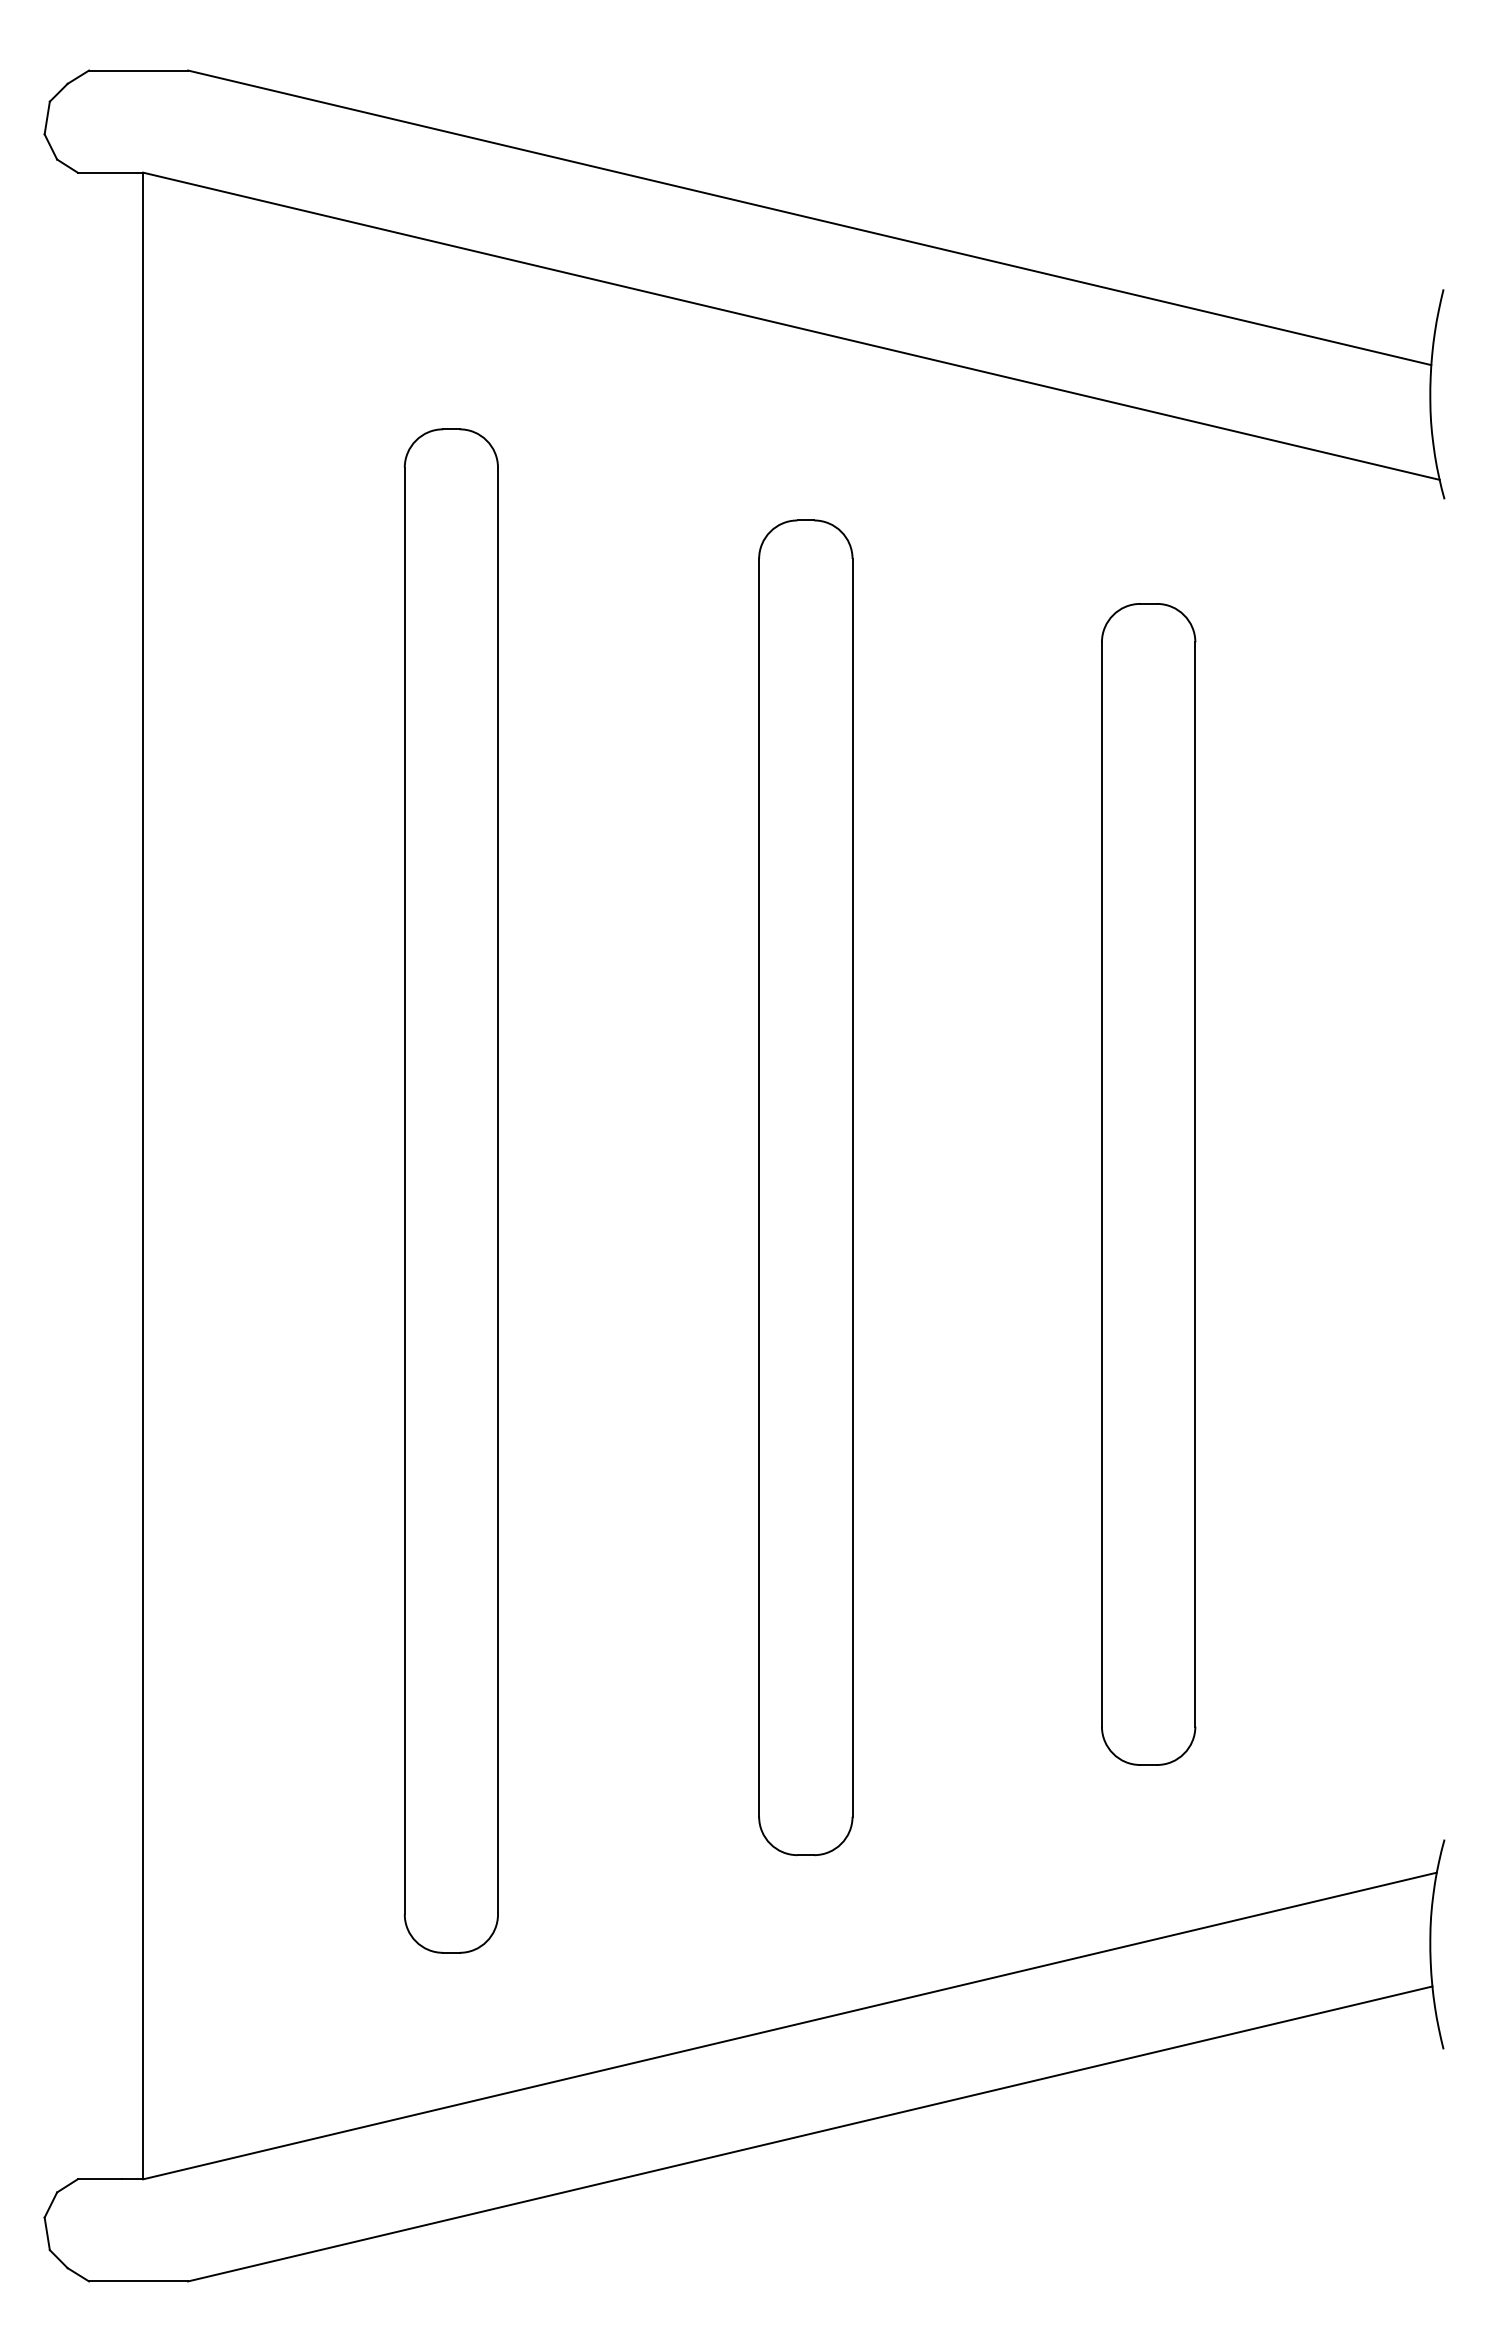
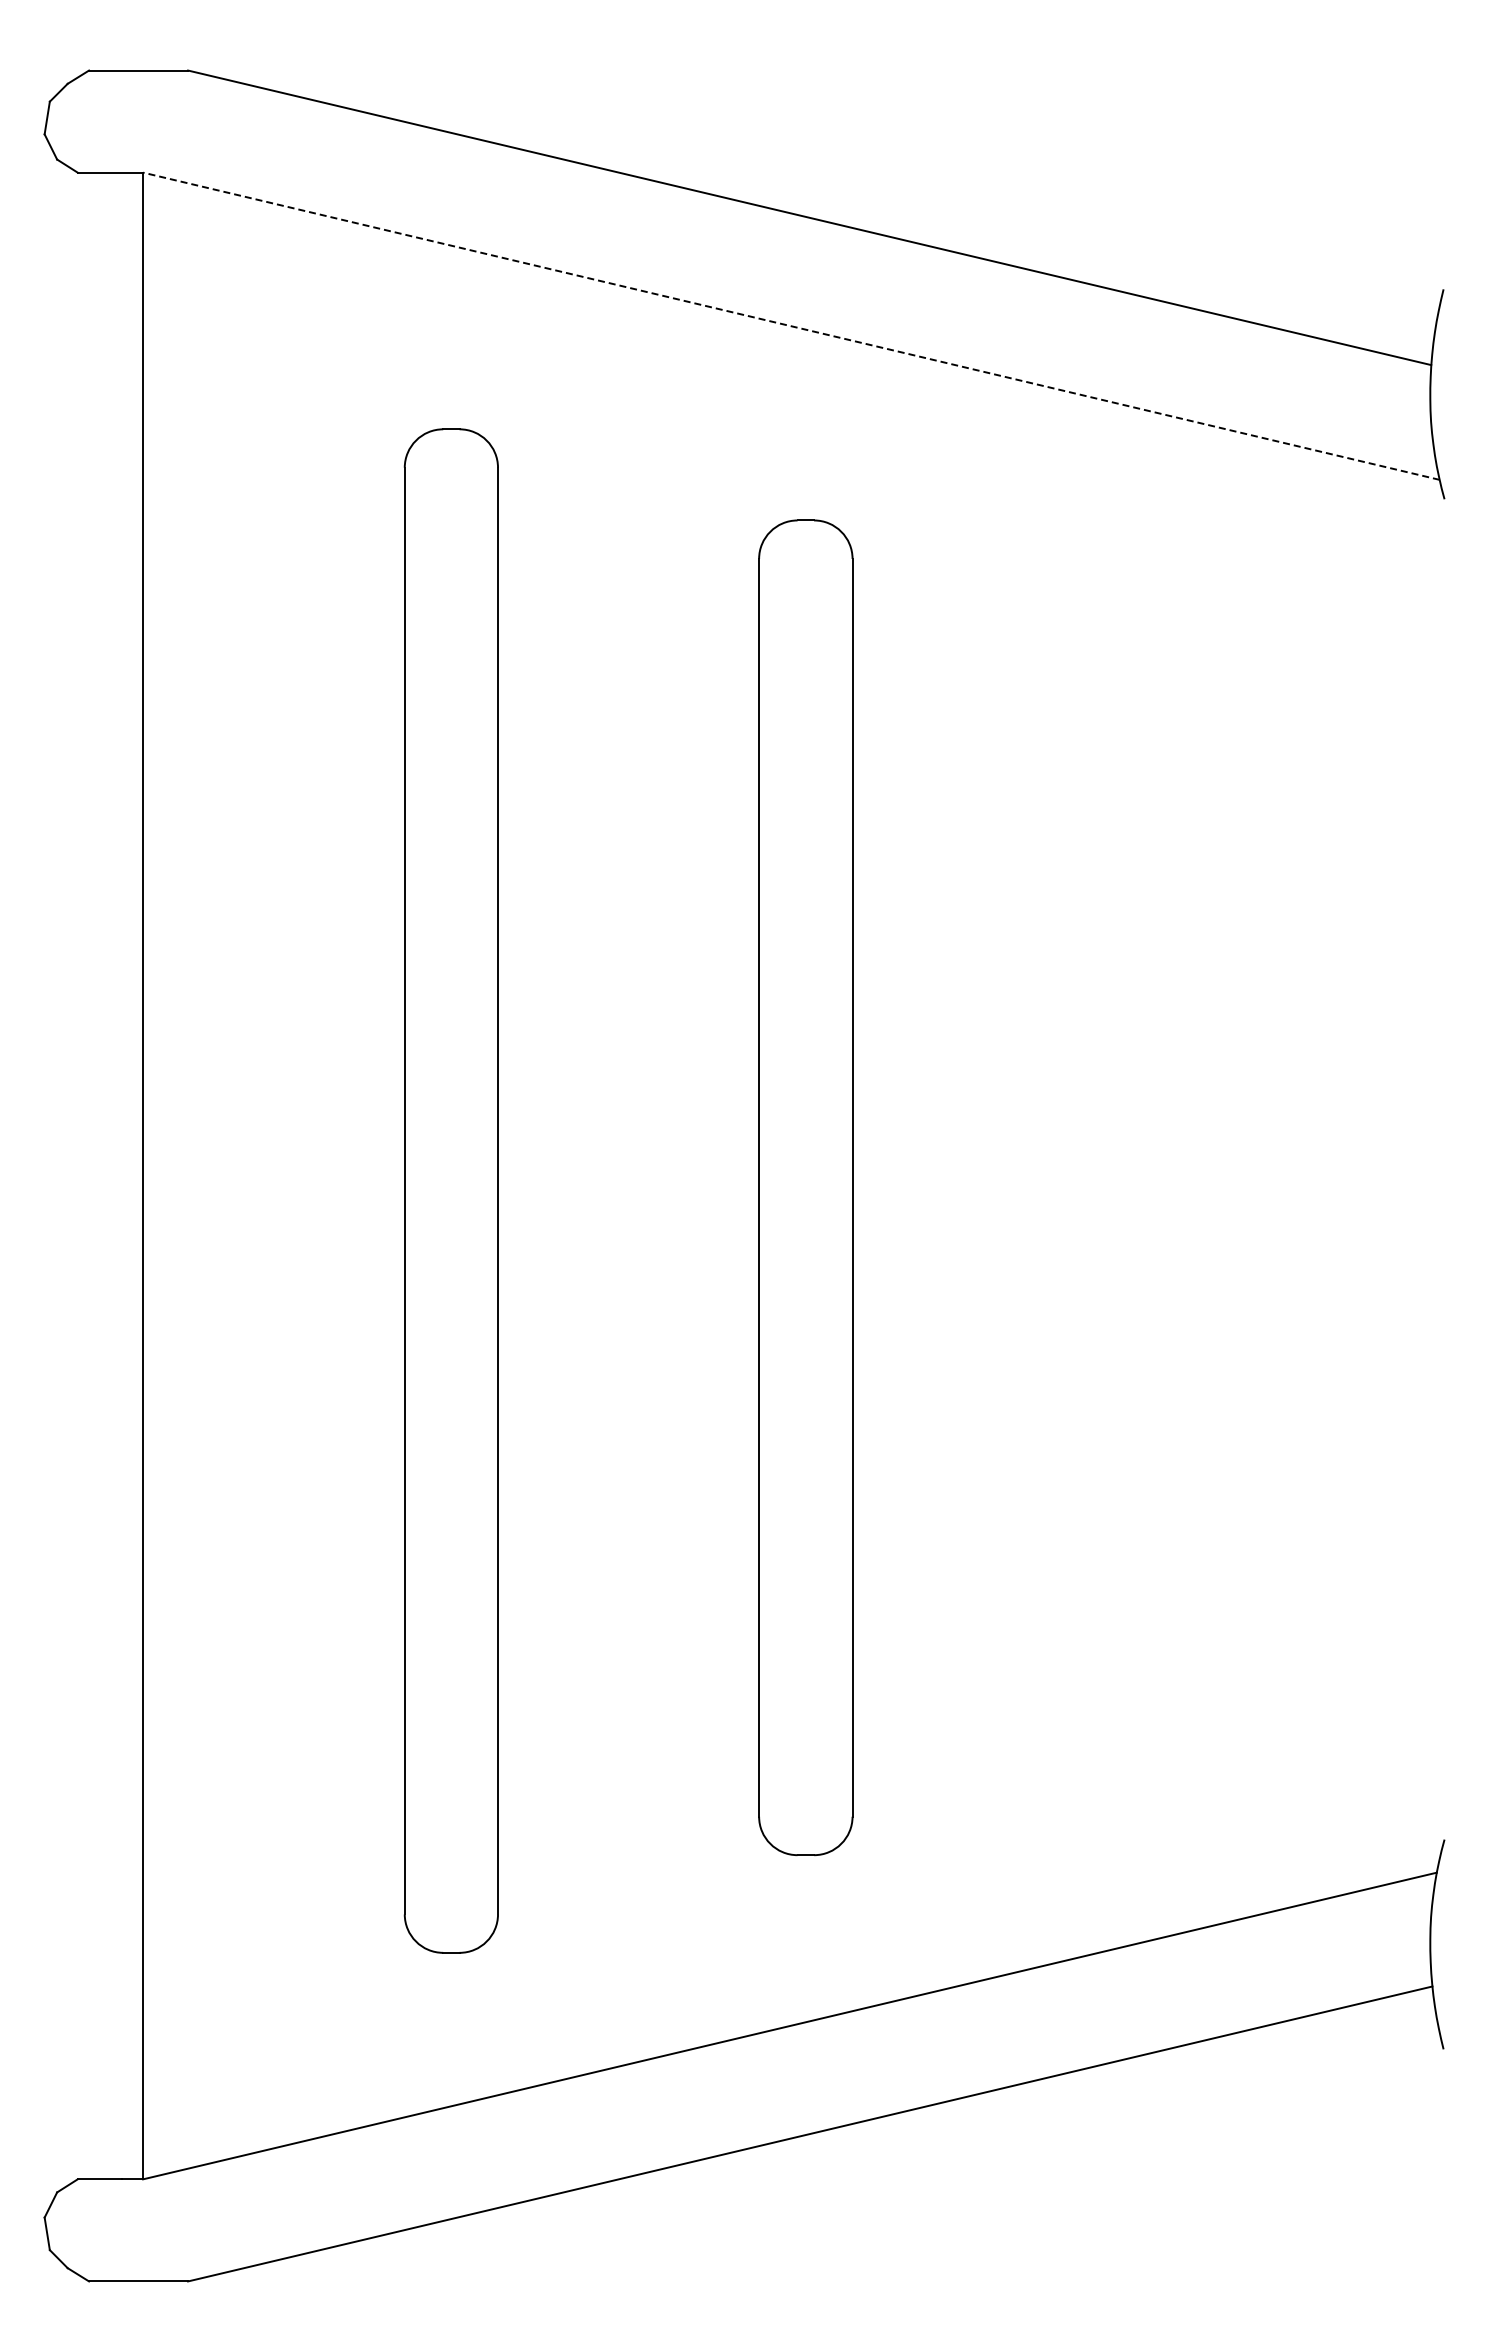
line at (790, 326): solid -> dashed
part at (1148, 1184): present -> none
